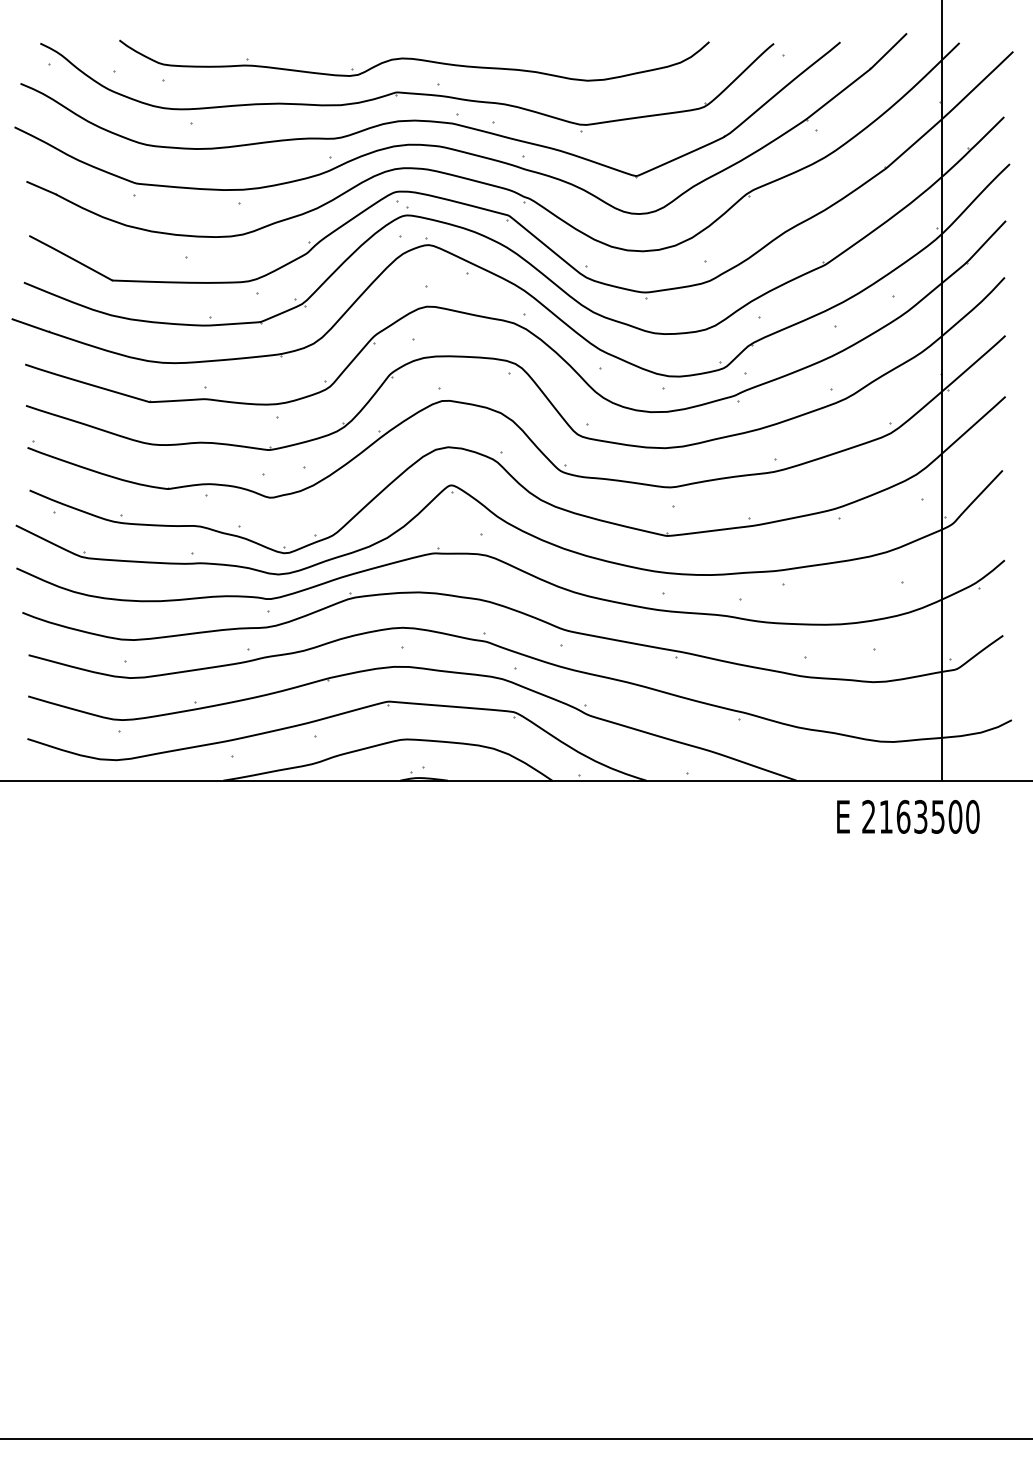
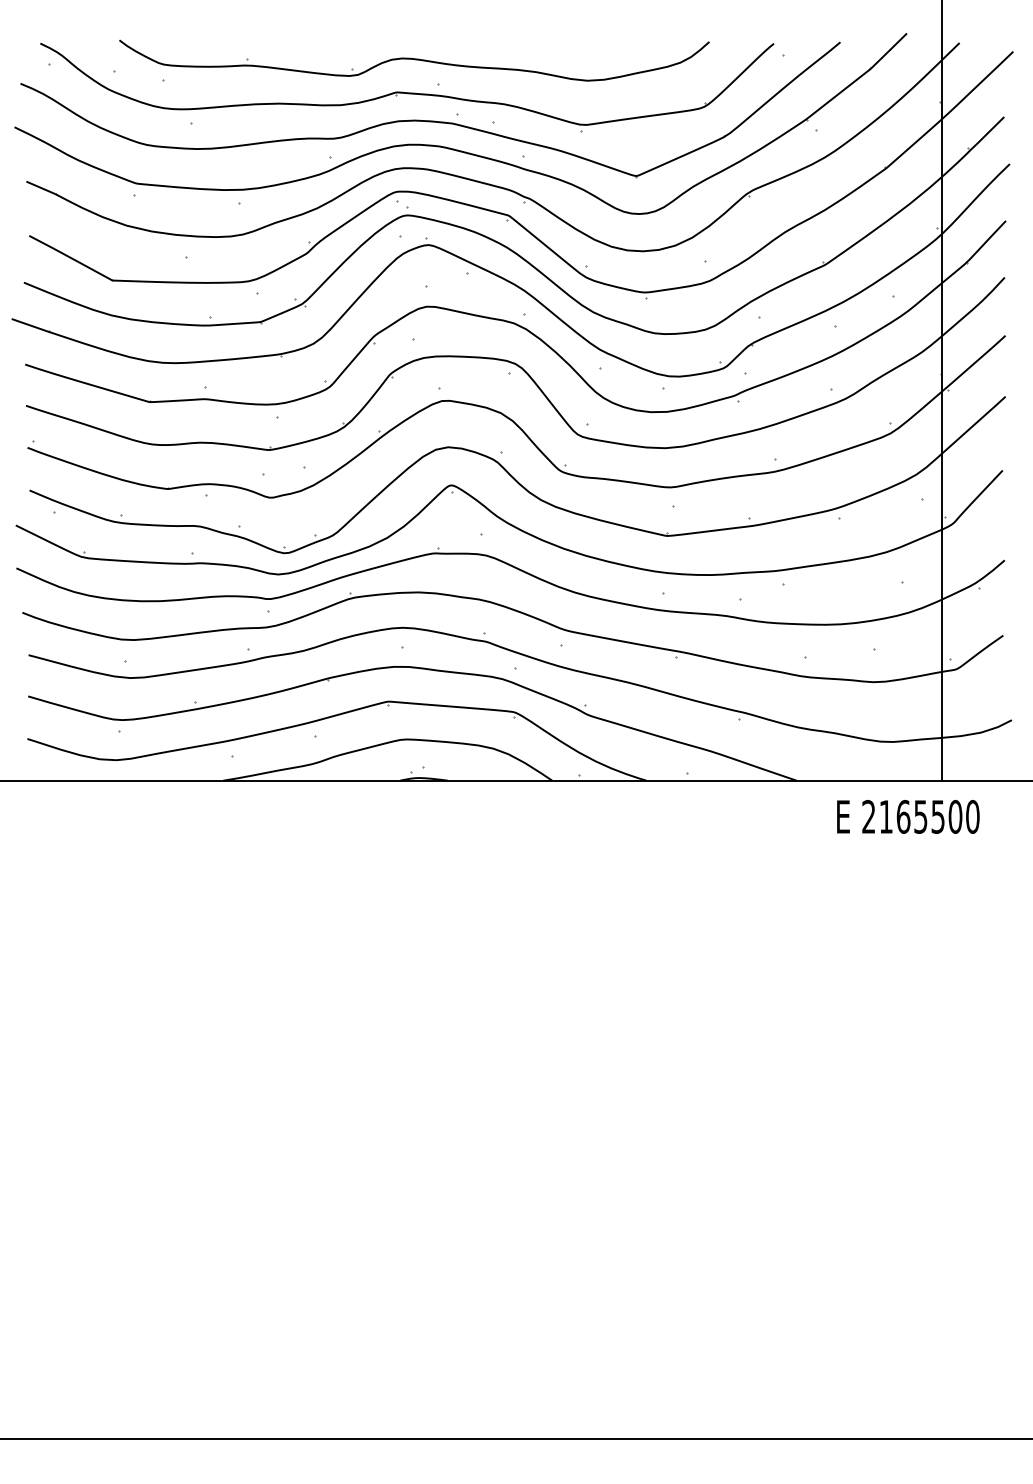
text at (920, 816): 2163500 -> 2165500
